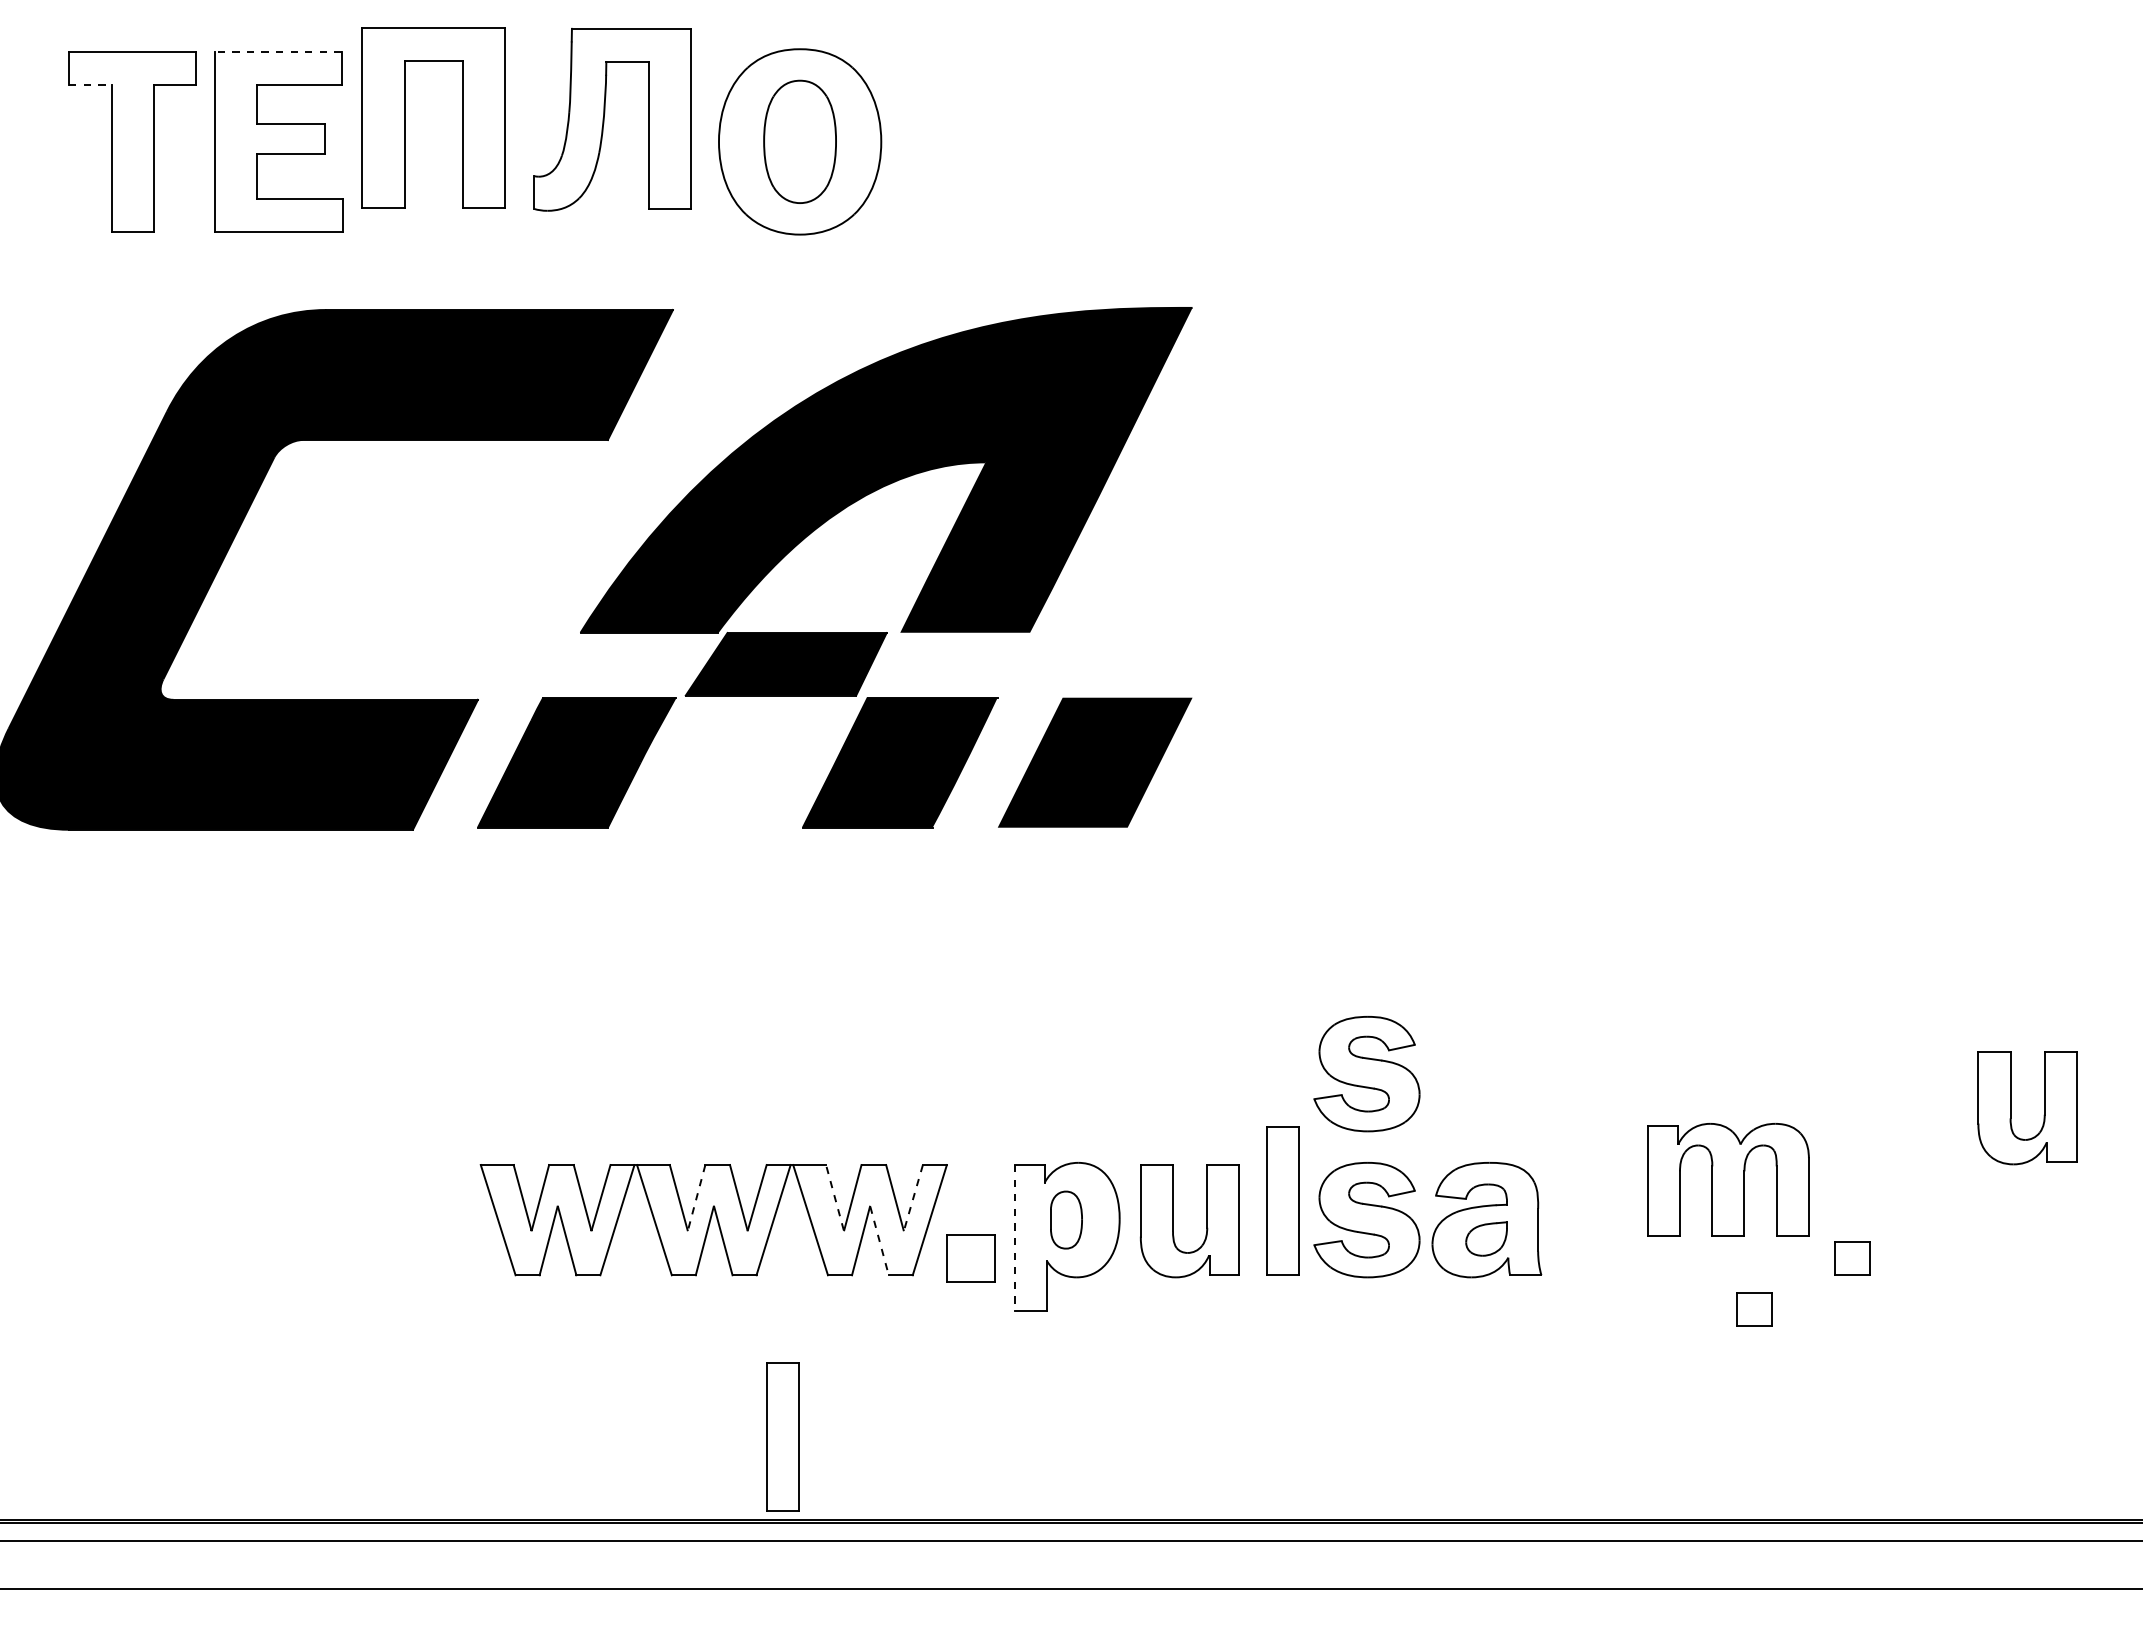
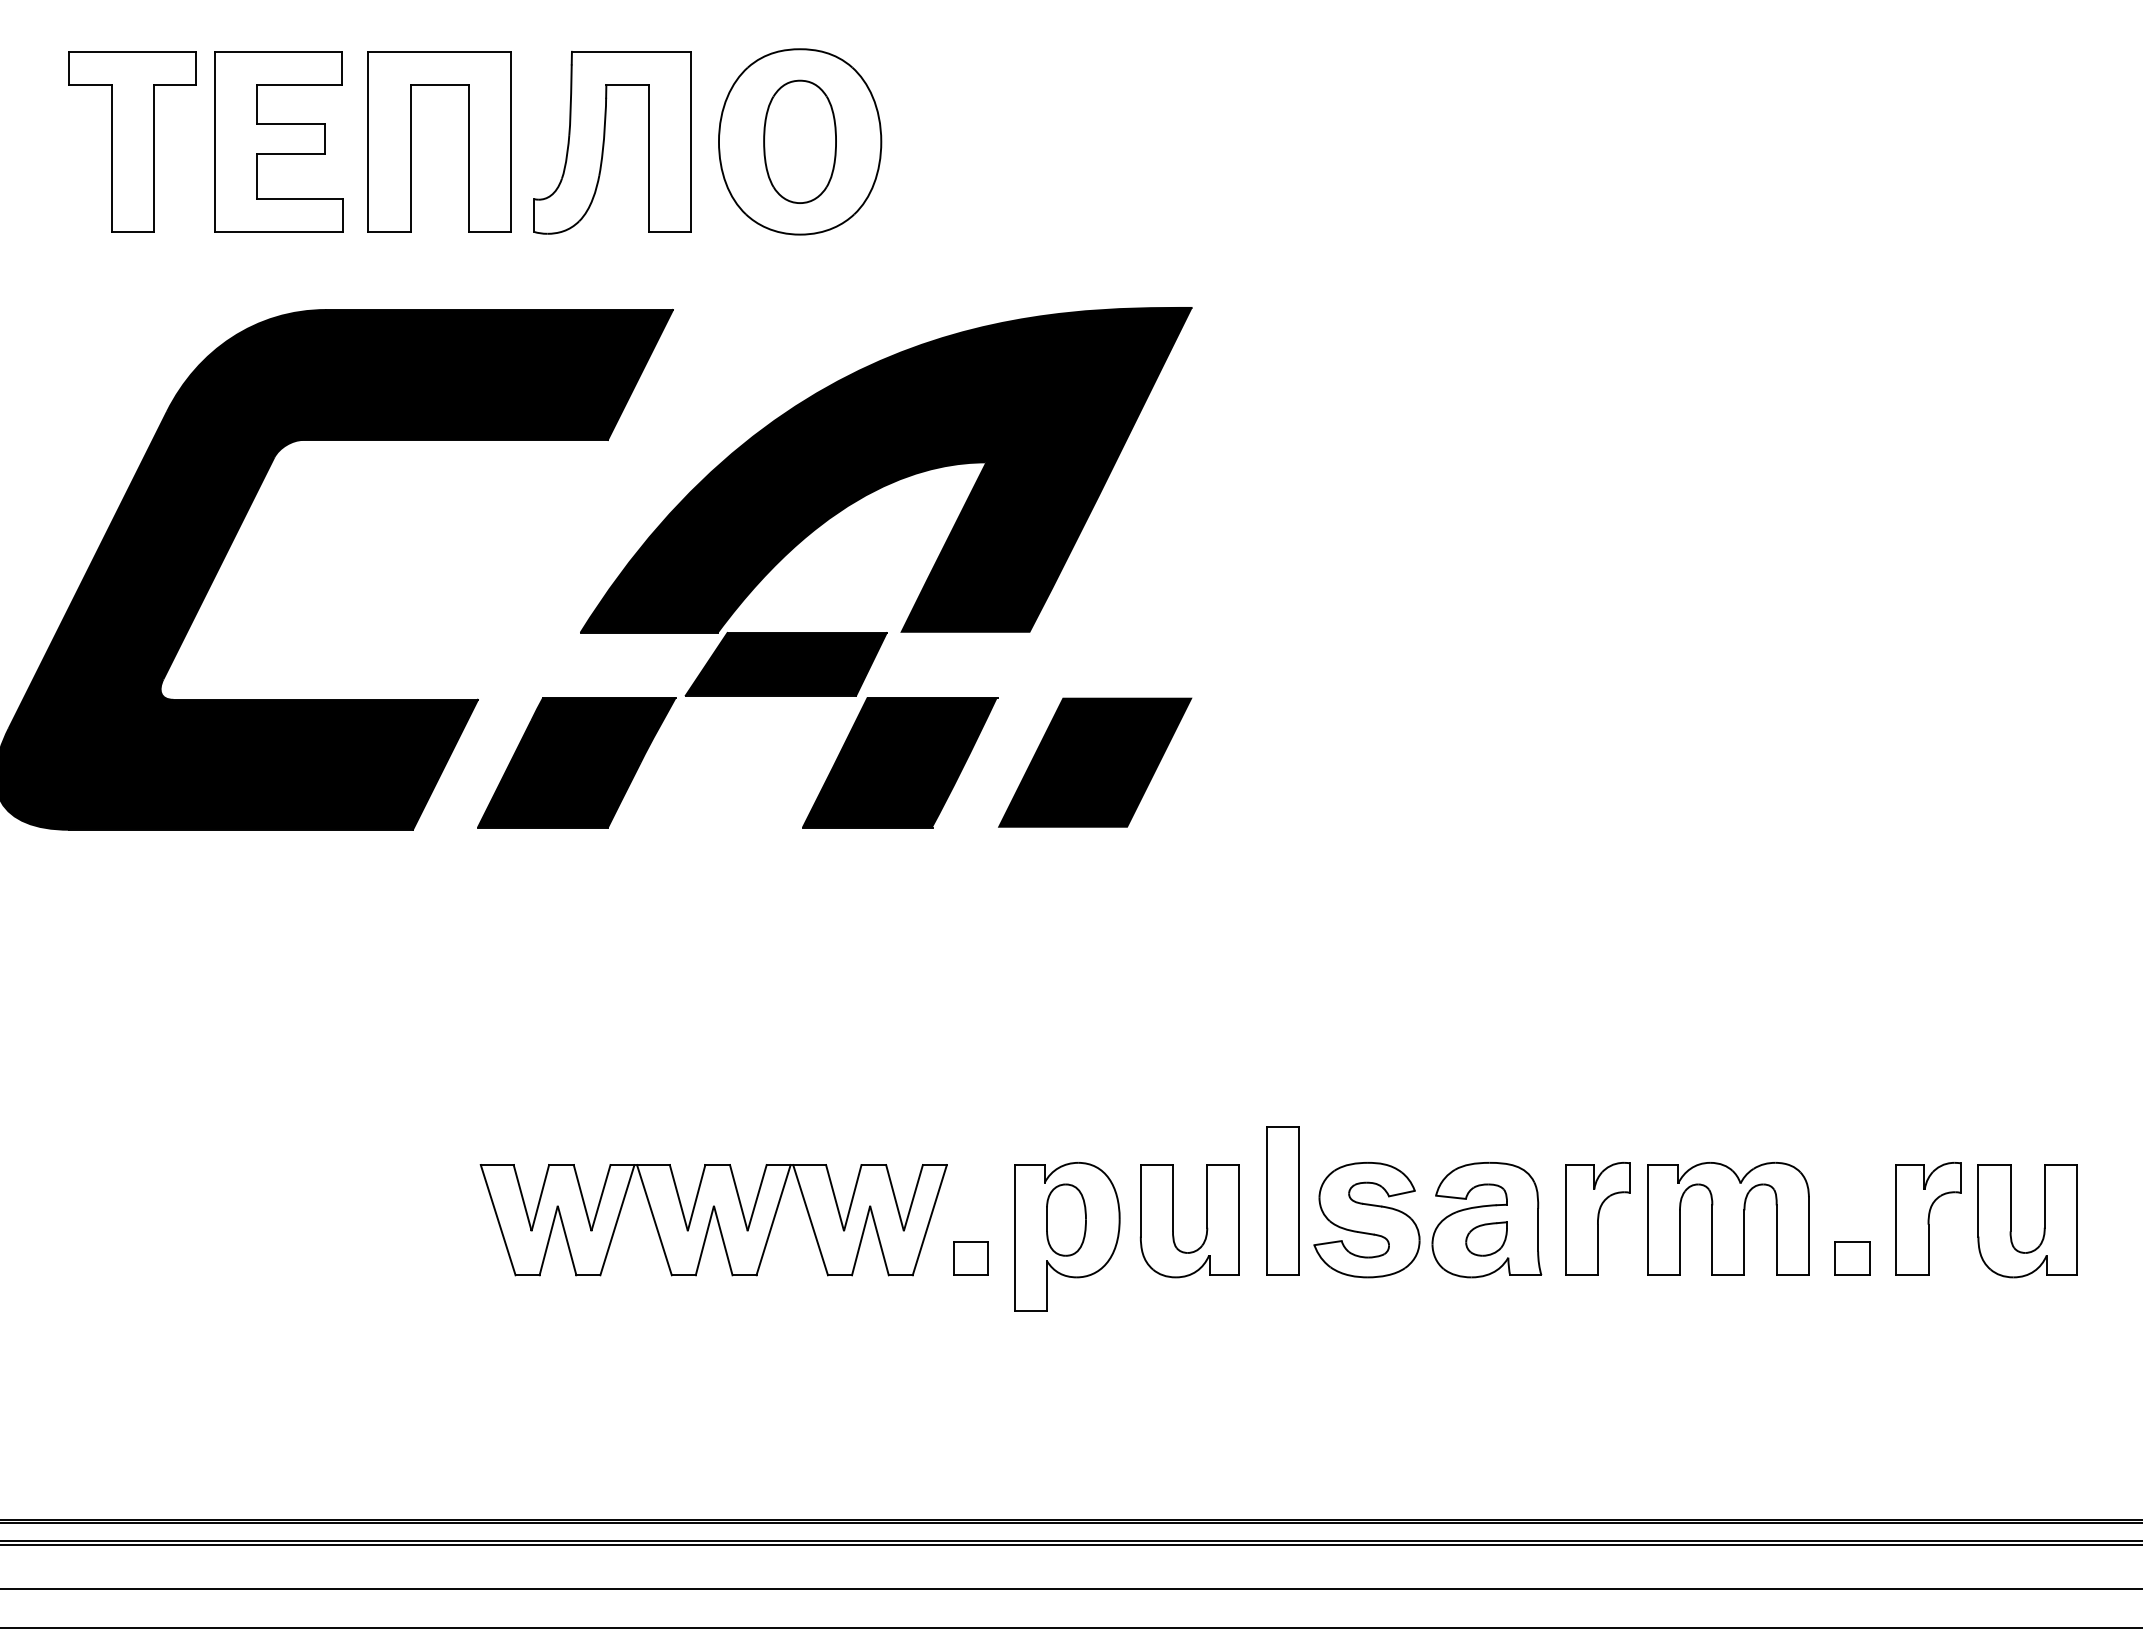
line at (277, 51): dashed -> solid
line at (90, 84): dashed -> solid
part at (405, 117) position: (405, 117) -> (411, 141)
part at (604, 119) position: (604, 119) -> (604, 142)
part at (1366, 1074): present -> none
part at (2011, 1108) position: (2011, 1108) -> (2011, 1221)
part at (1728, 1179) position: (1728, 1179) -> (1728, 1218)
line at (696, 1197): dashed -> solid
line at (834, 1197): dashed -> solid
line at (913, 1197): dashed -> solid
part at (1597, 1218): none -> present
part at (1928, 1218): none -> present
part at (1066, 1219) size: 33x60 px -> 41x74 px
line at (1014, 1237): dashed -> solid
line at (879, 1241): dashed -> solid
part at (970, 1258) size: 50x49 px -> 36x35 px
part at (1754, 1309): present -> none
part at (782, 1436): present -> none
line at (1070, 1545): none -> present
line at (1070, 1628): none -> present
